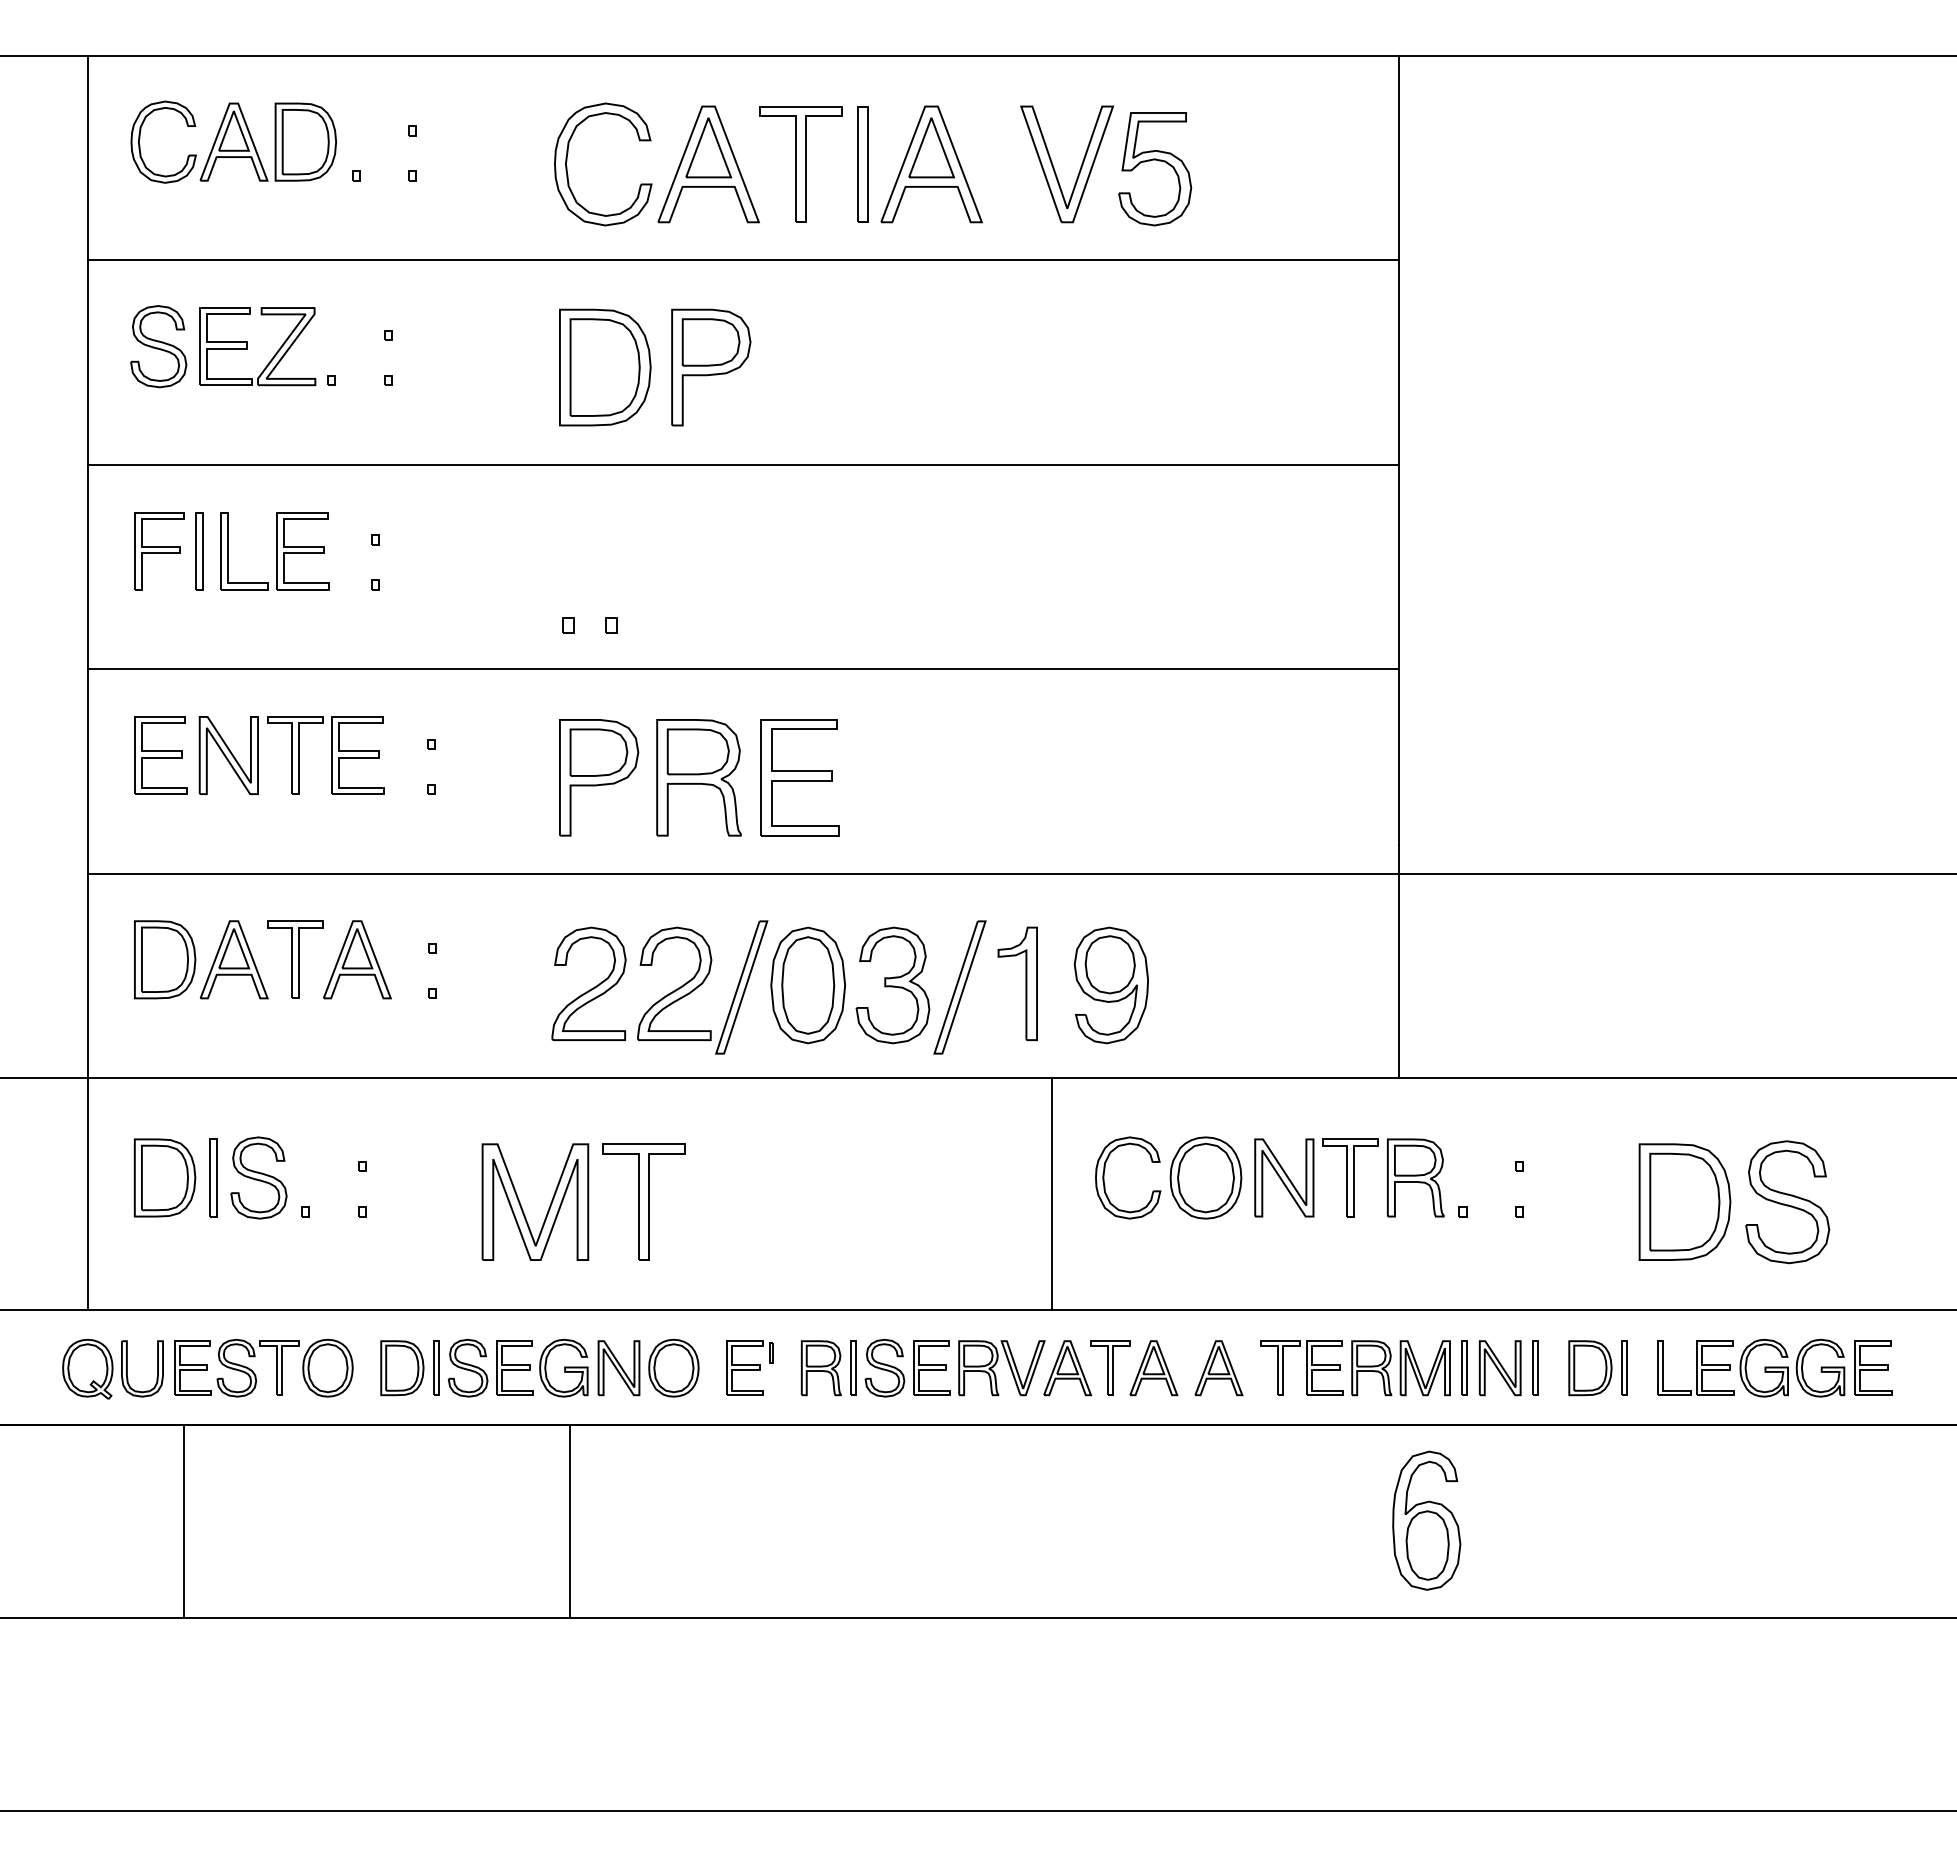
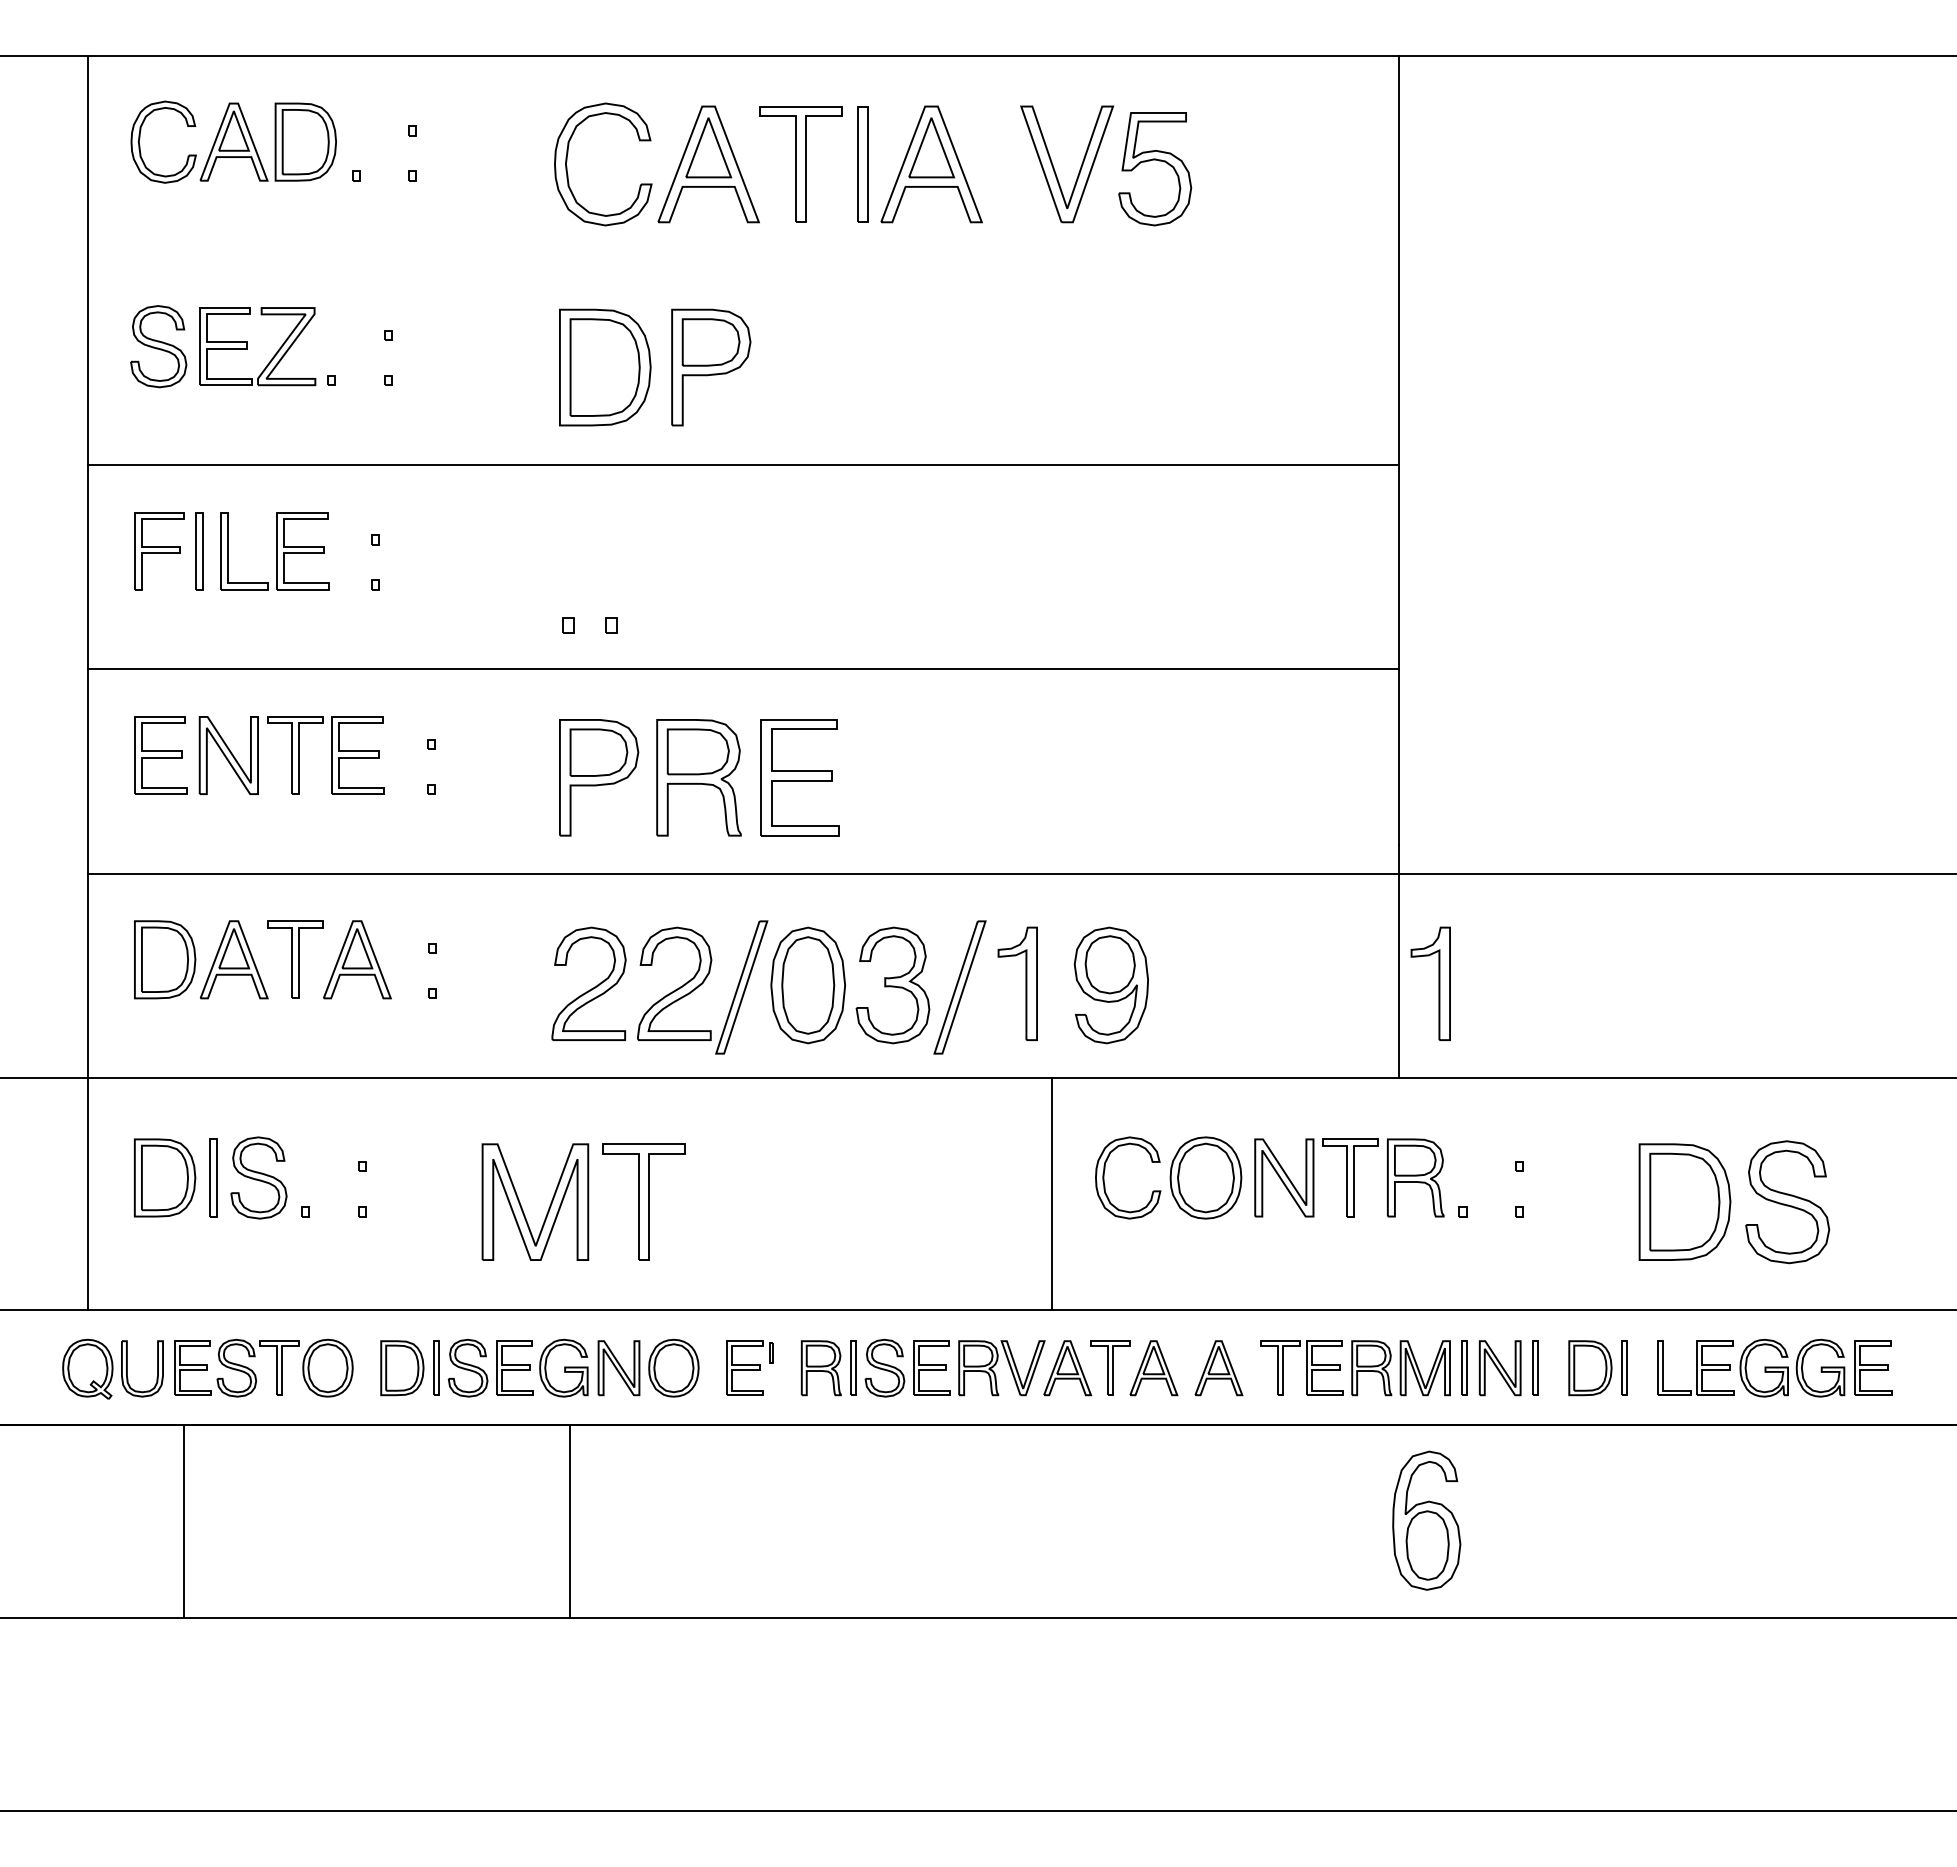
line at (743, 260): present -> none
part at (1438, 983): none -> present
